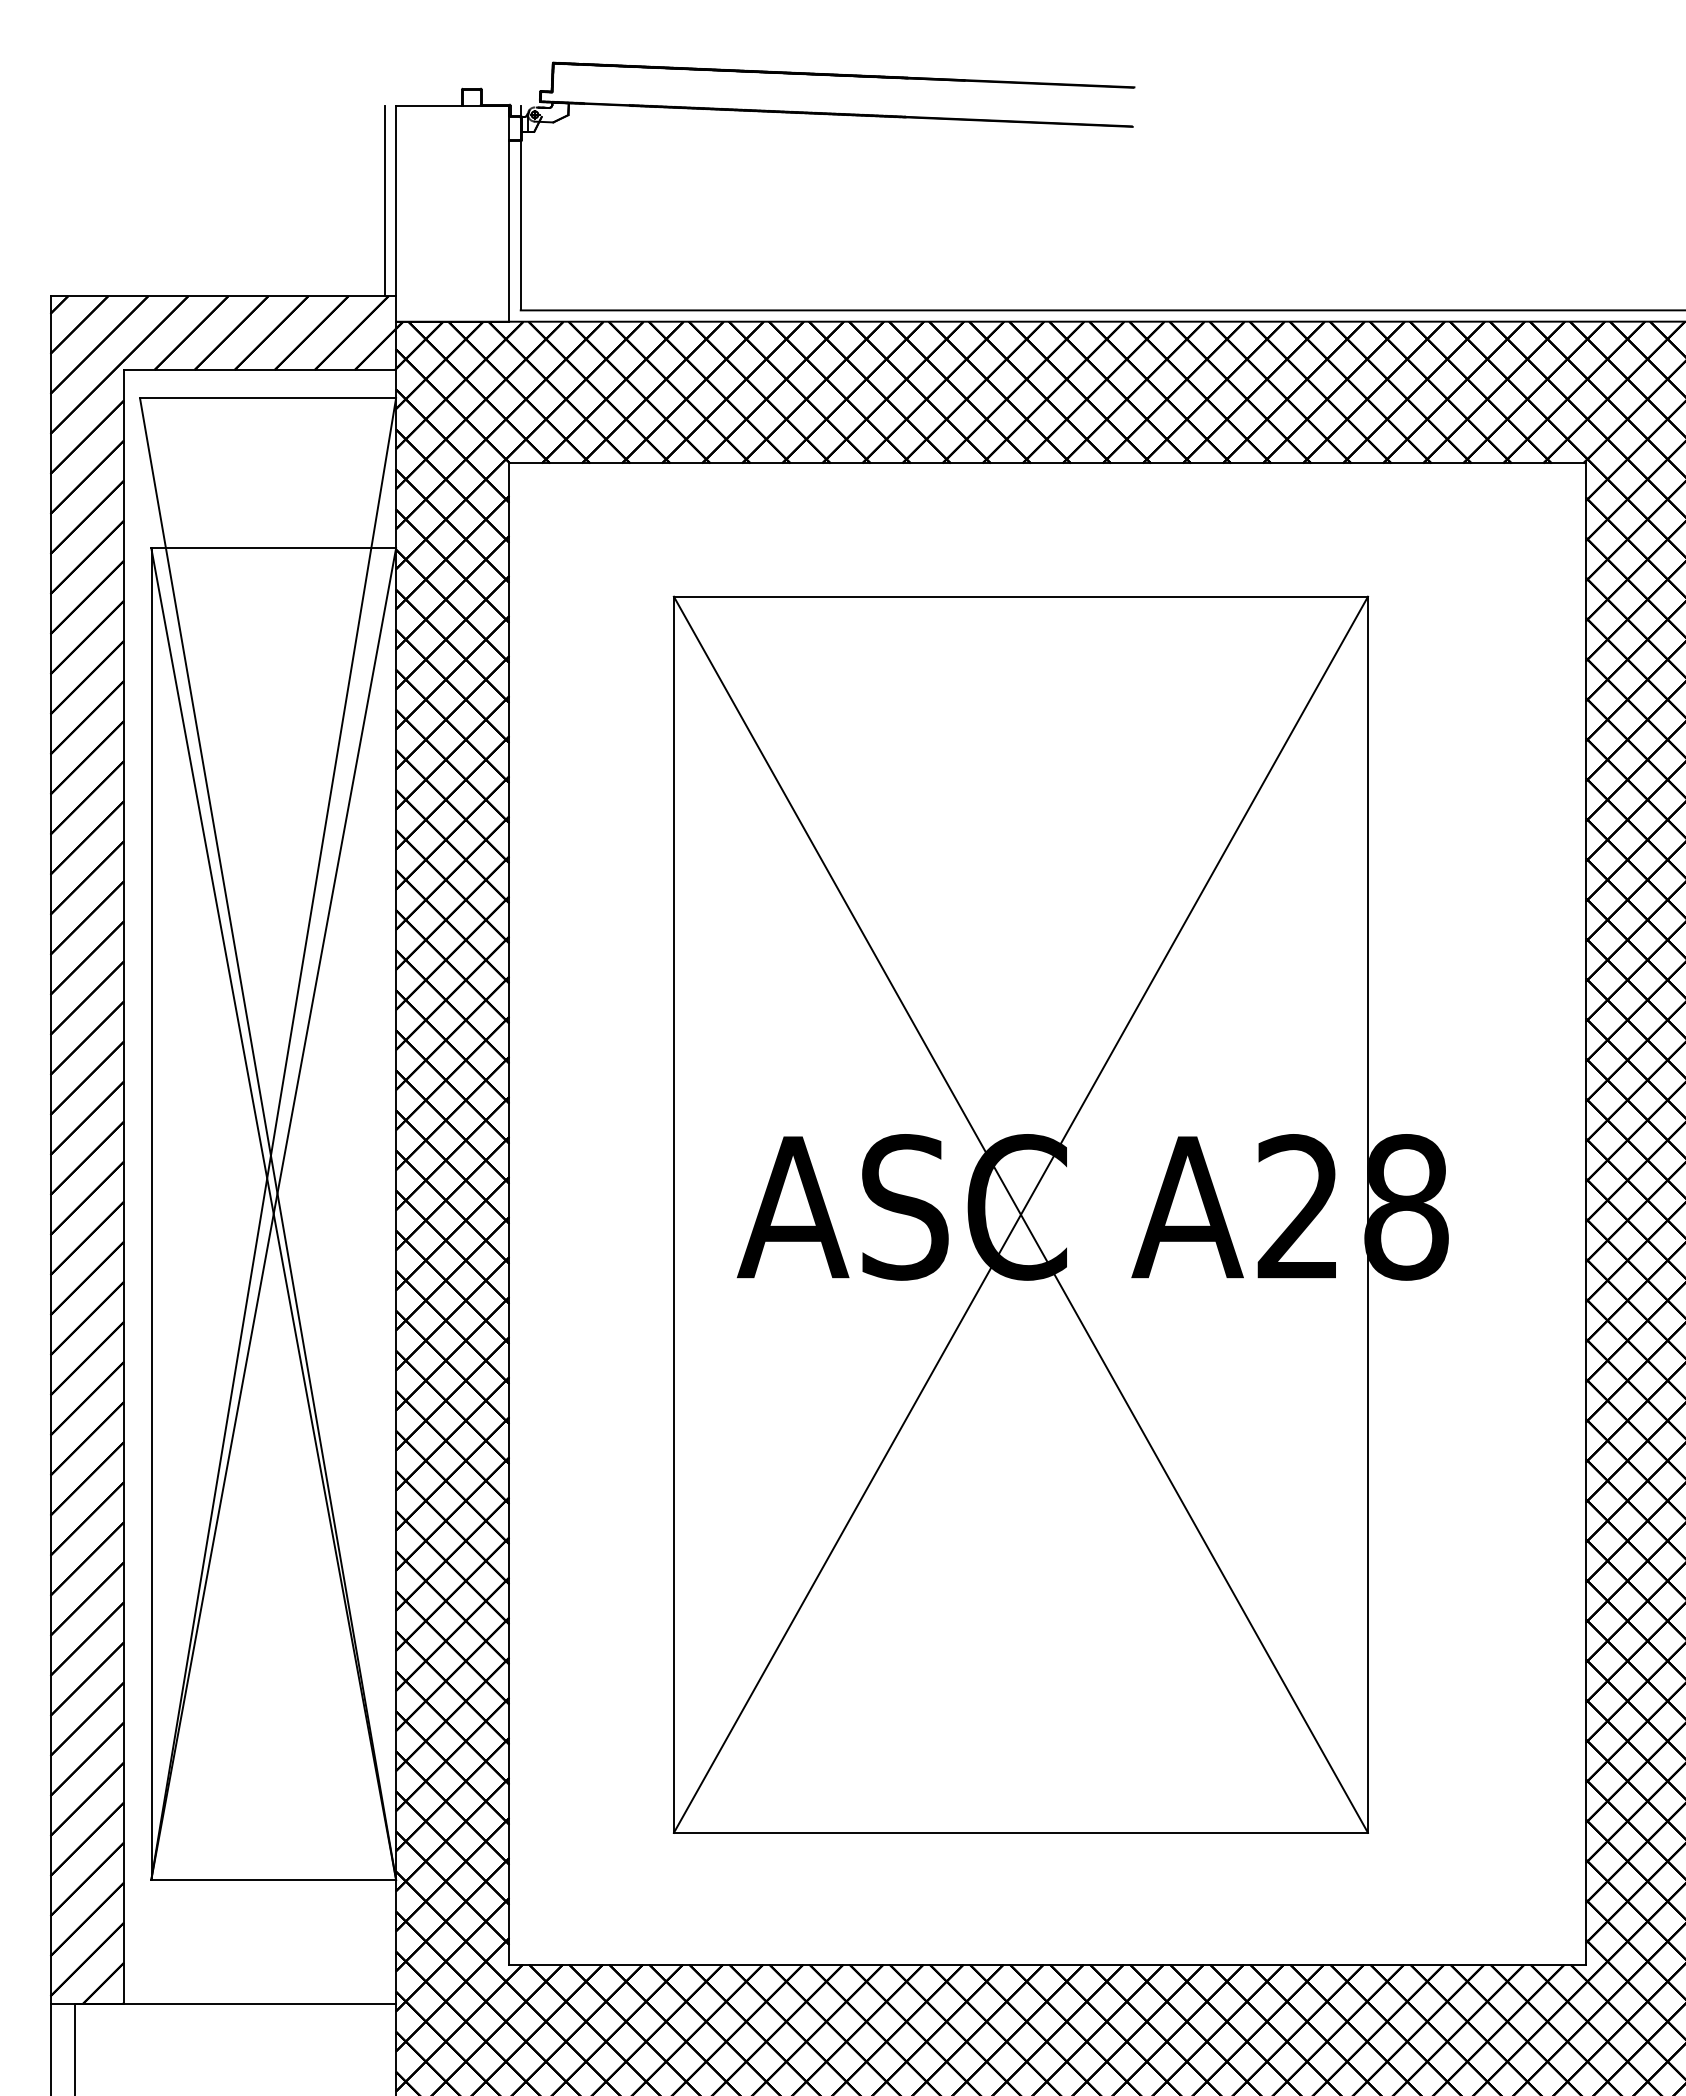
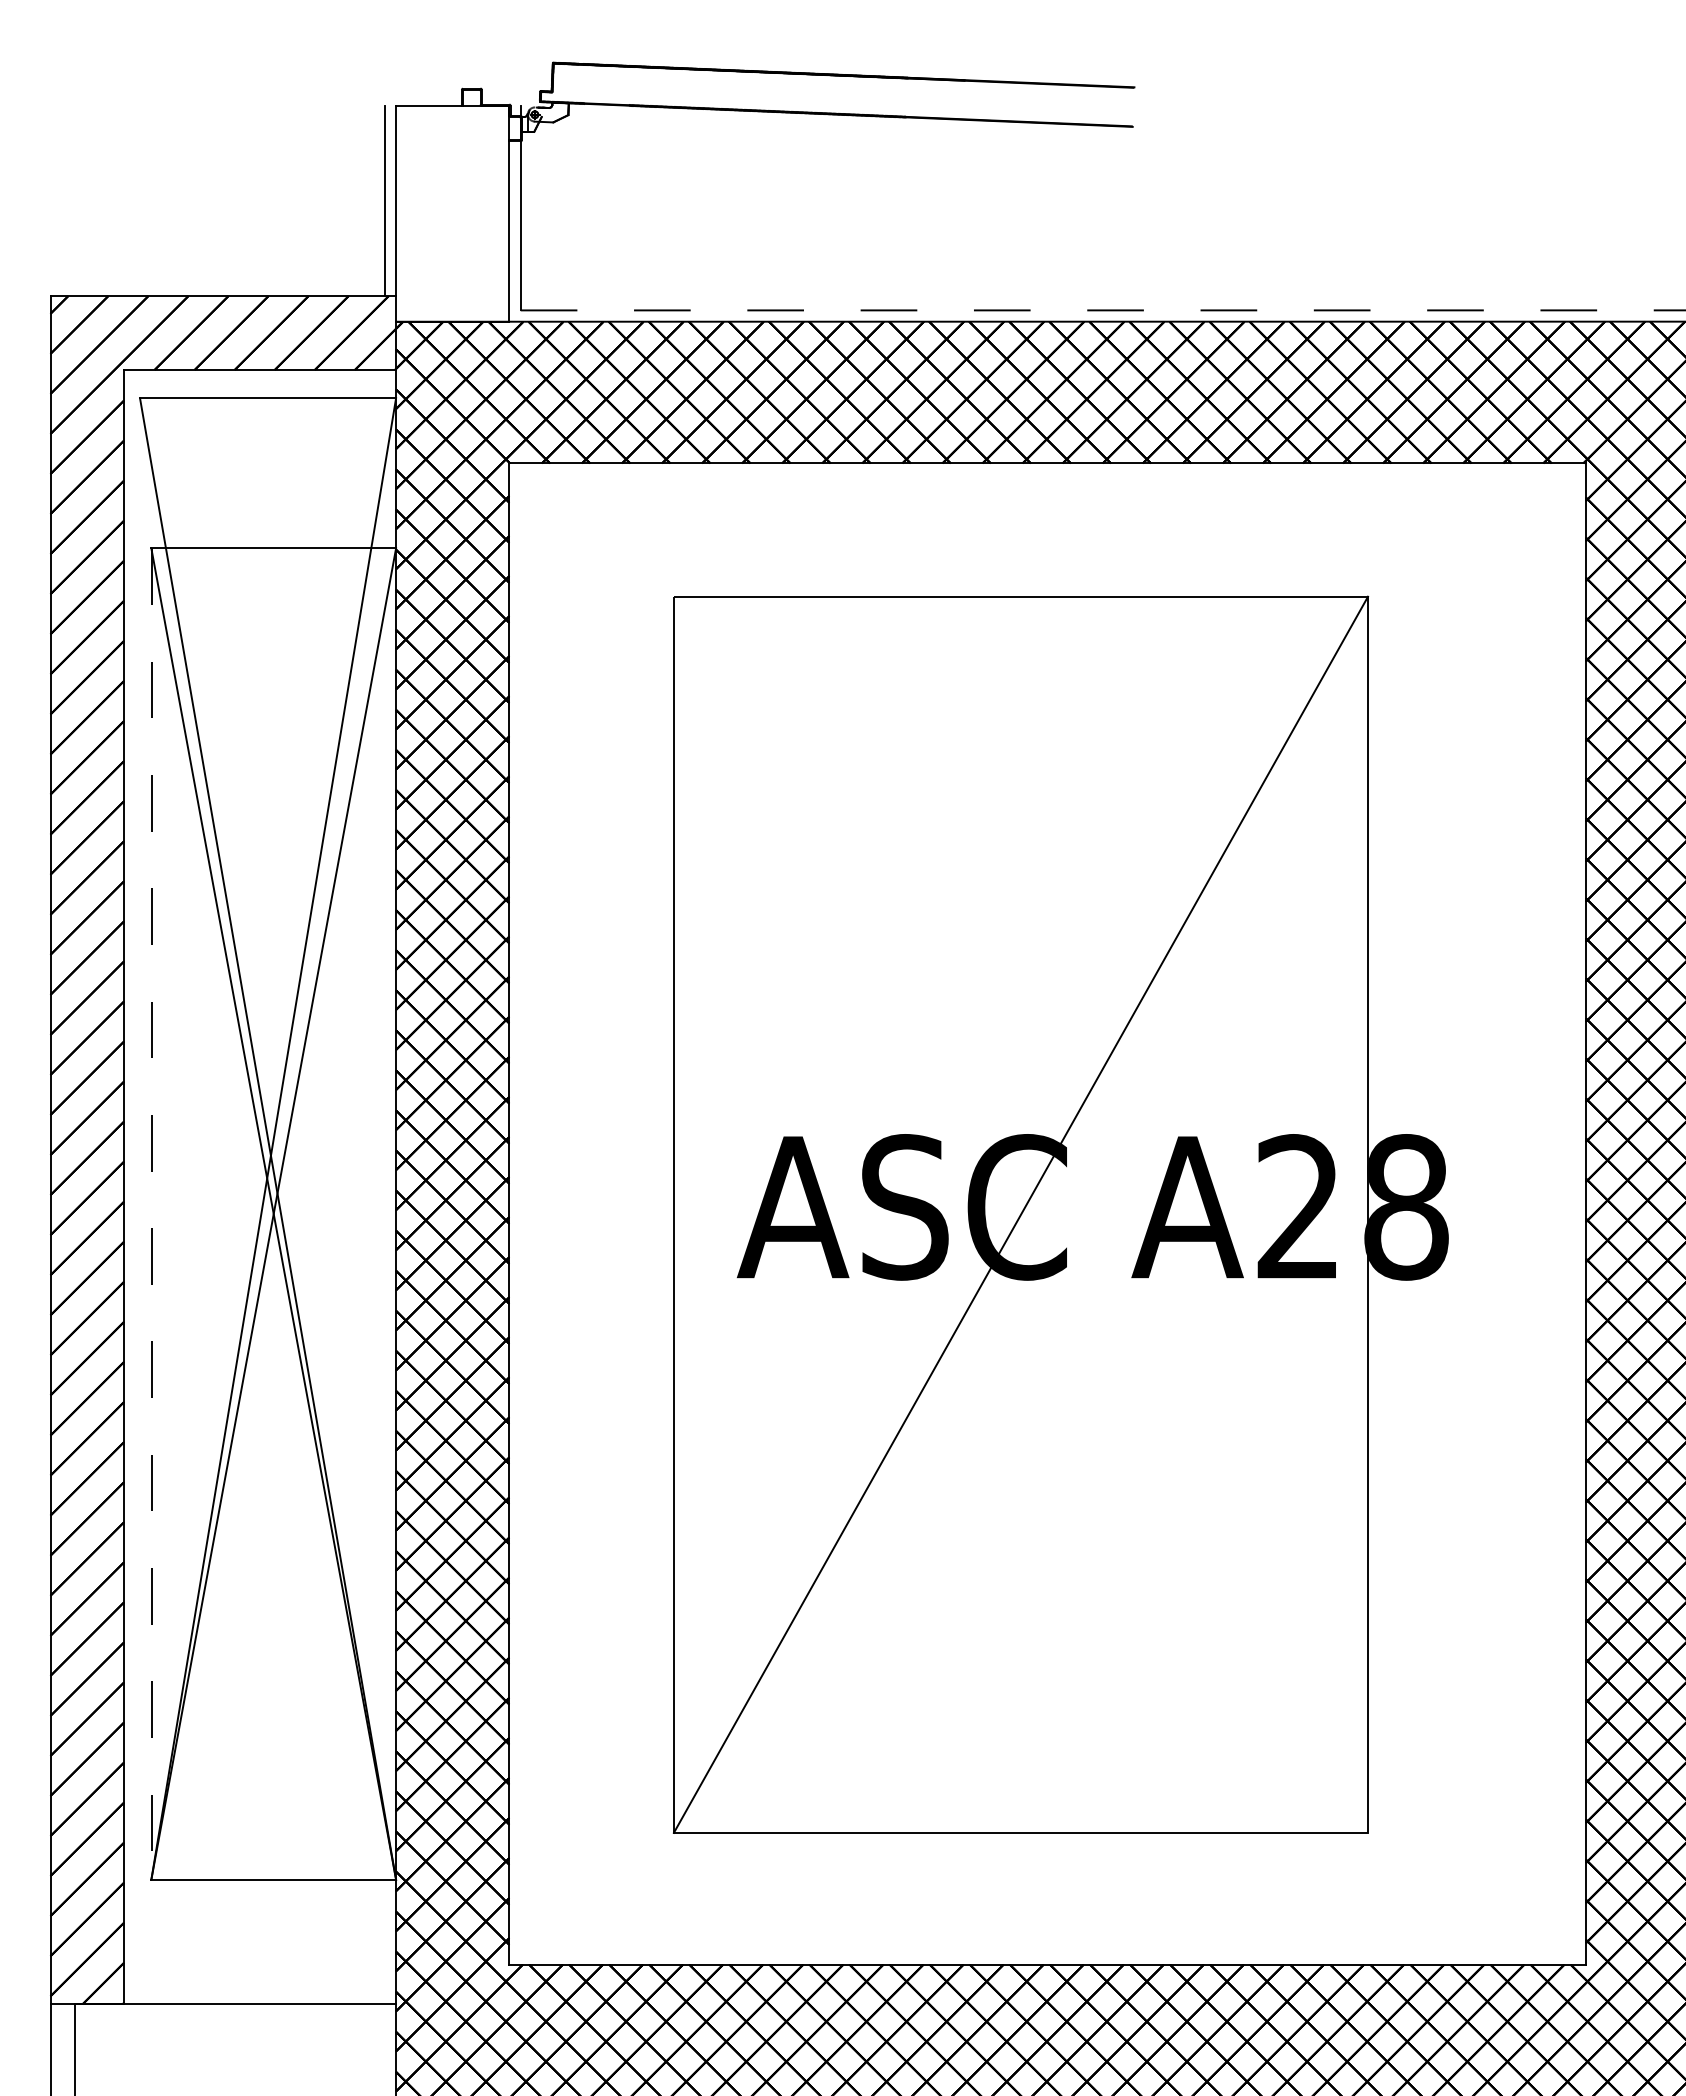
line at (1103, 310): solid -> dashed
line at (152, 1214): solid -> dashed
line at (1020, 1214): present -> none
